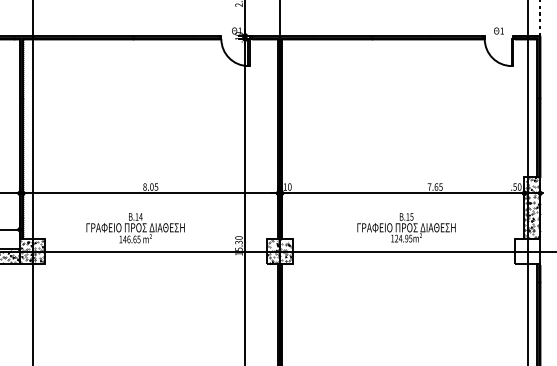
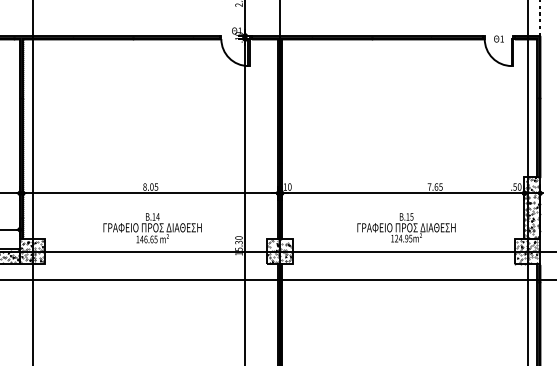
text at (498, 30) position: (498, 30) -> (498, 38)
text at (135, 228) position: (135, 228) -> (152, 228)
hatch at (527, 251): none -> present
line at (277, 280): none -> present
